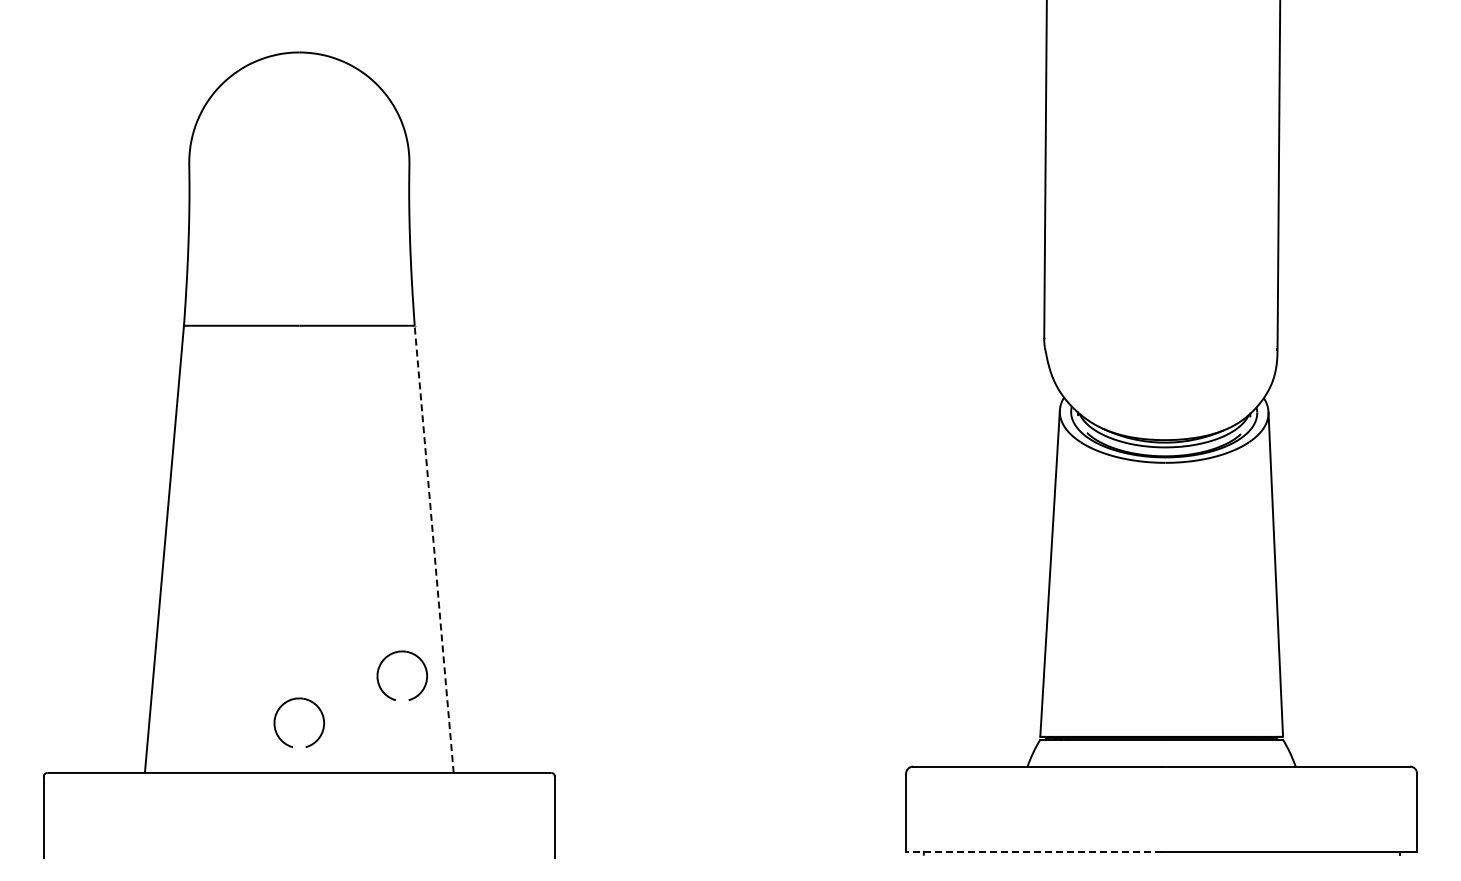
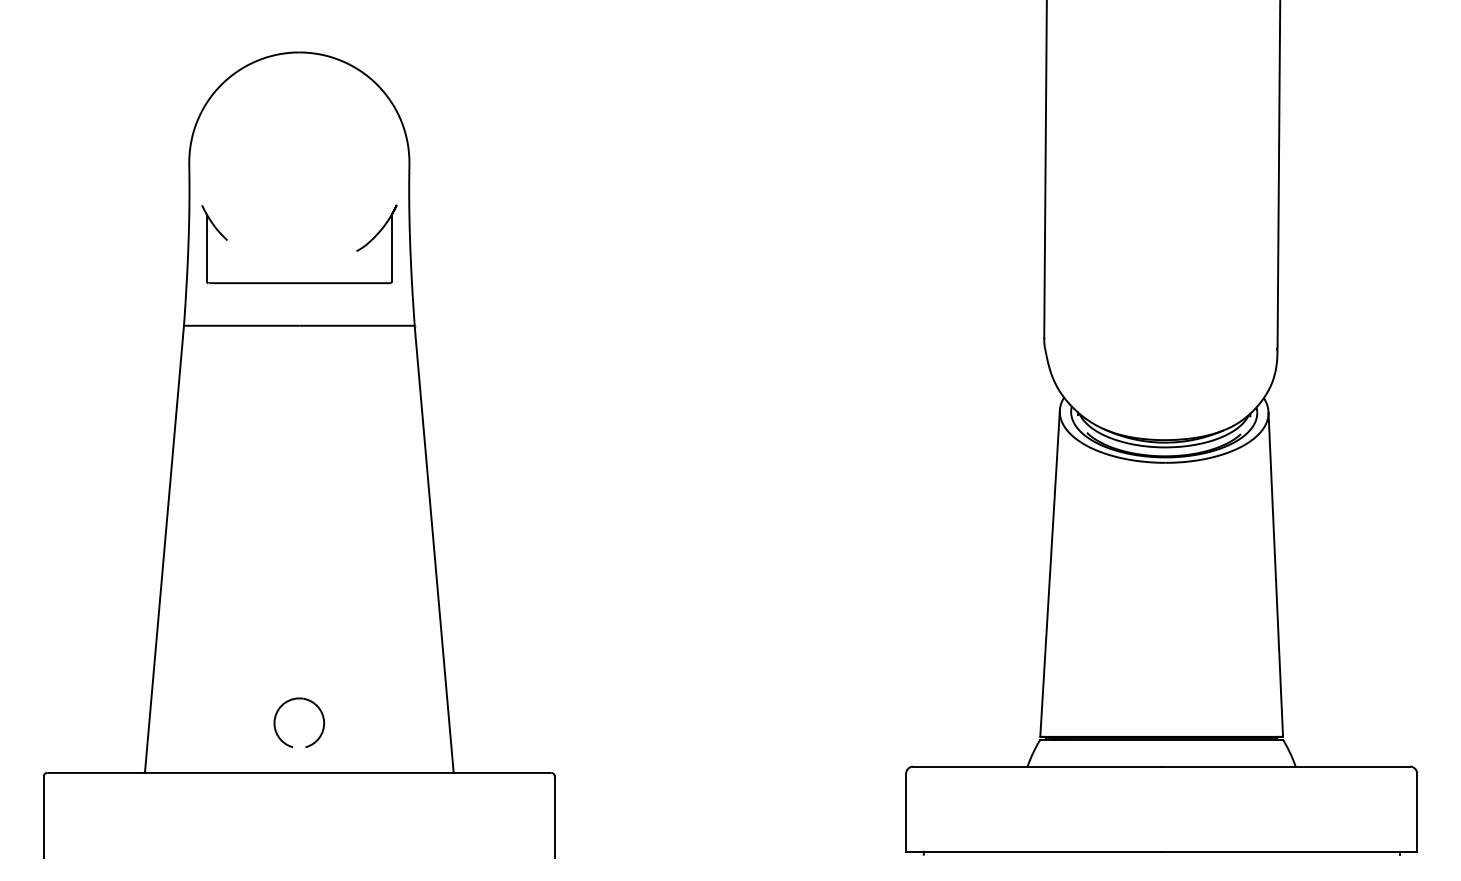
part at (299, 282): none -> present
line at (434, 548): dashed -> solid
part at (396, 653): present -> none
line at (1033, 851): dashed -> solid
